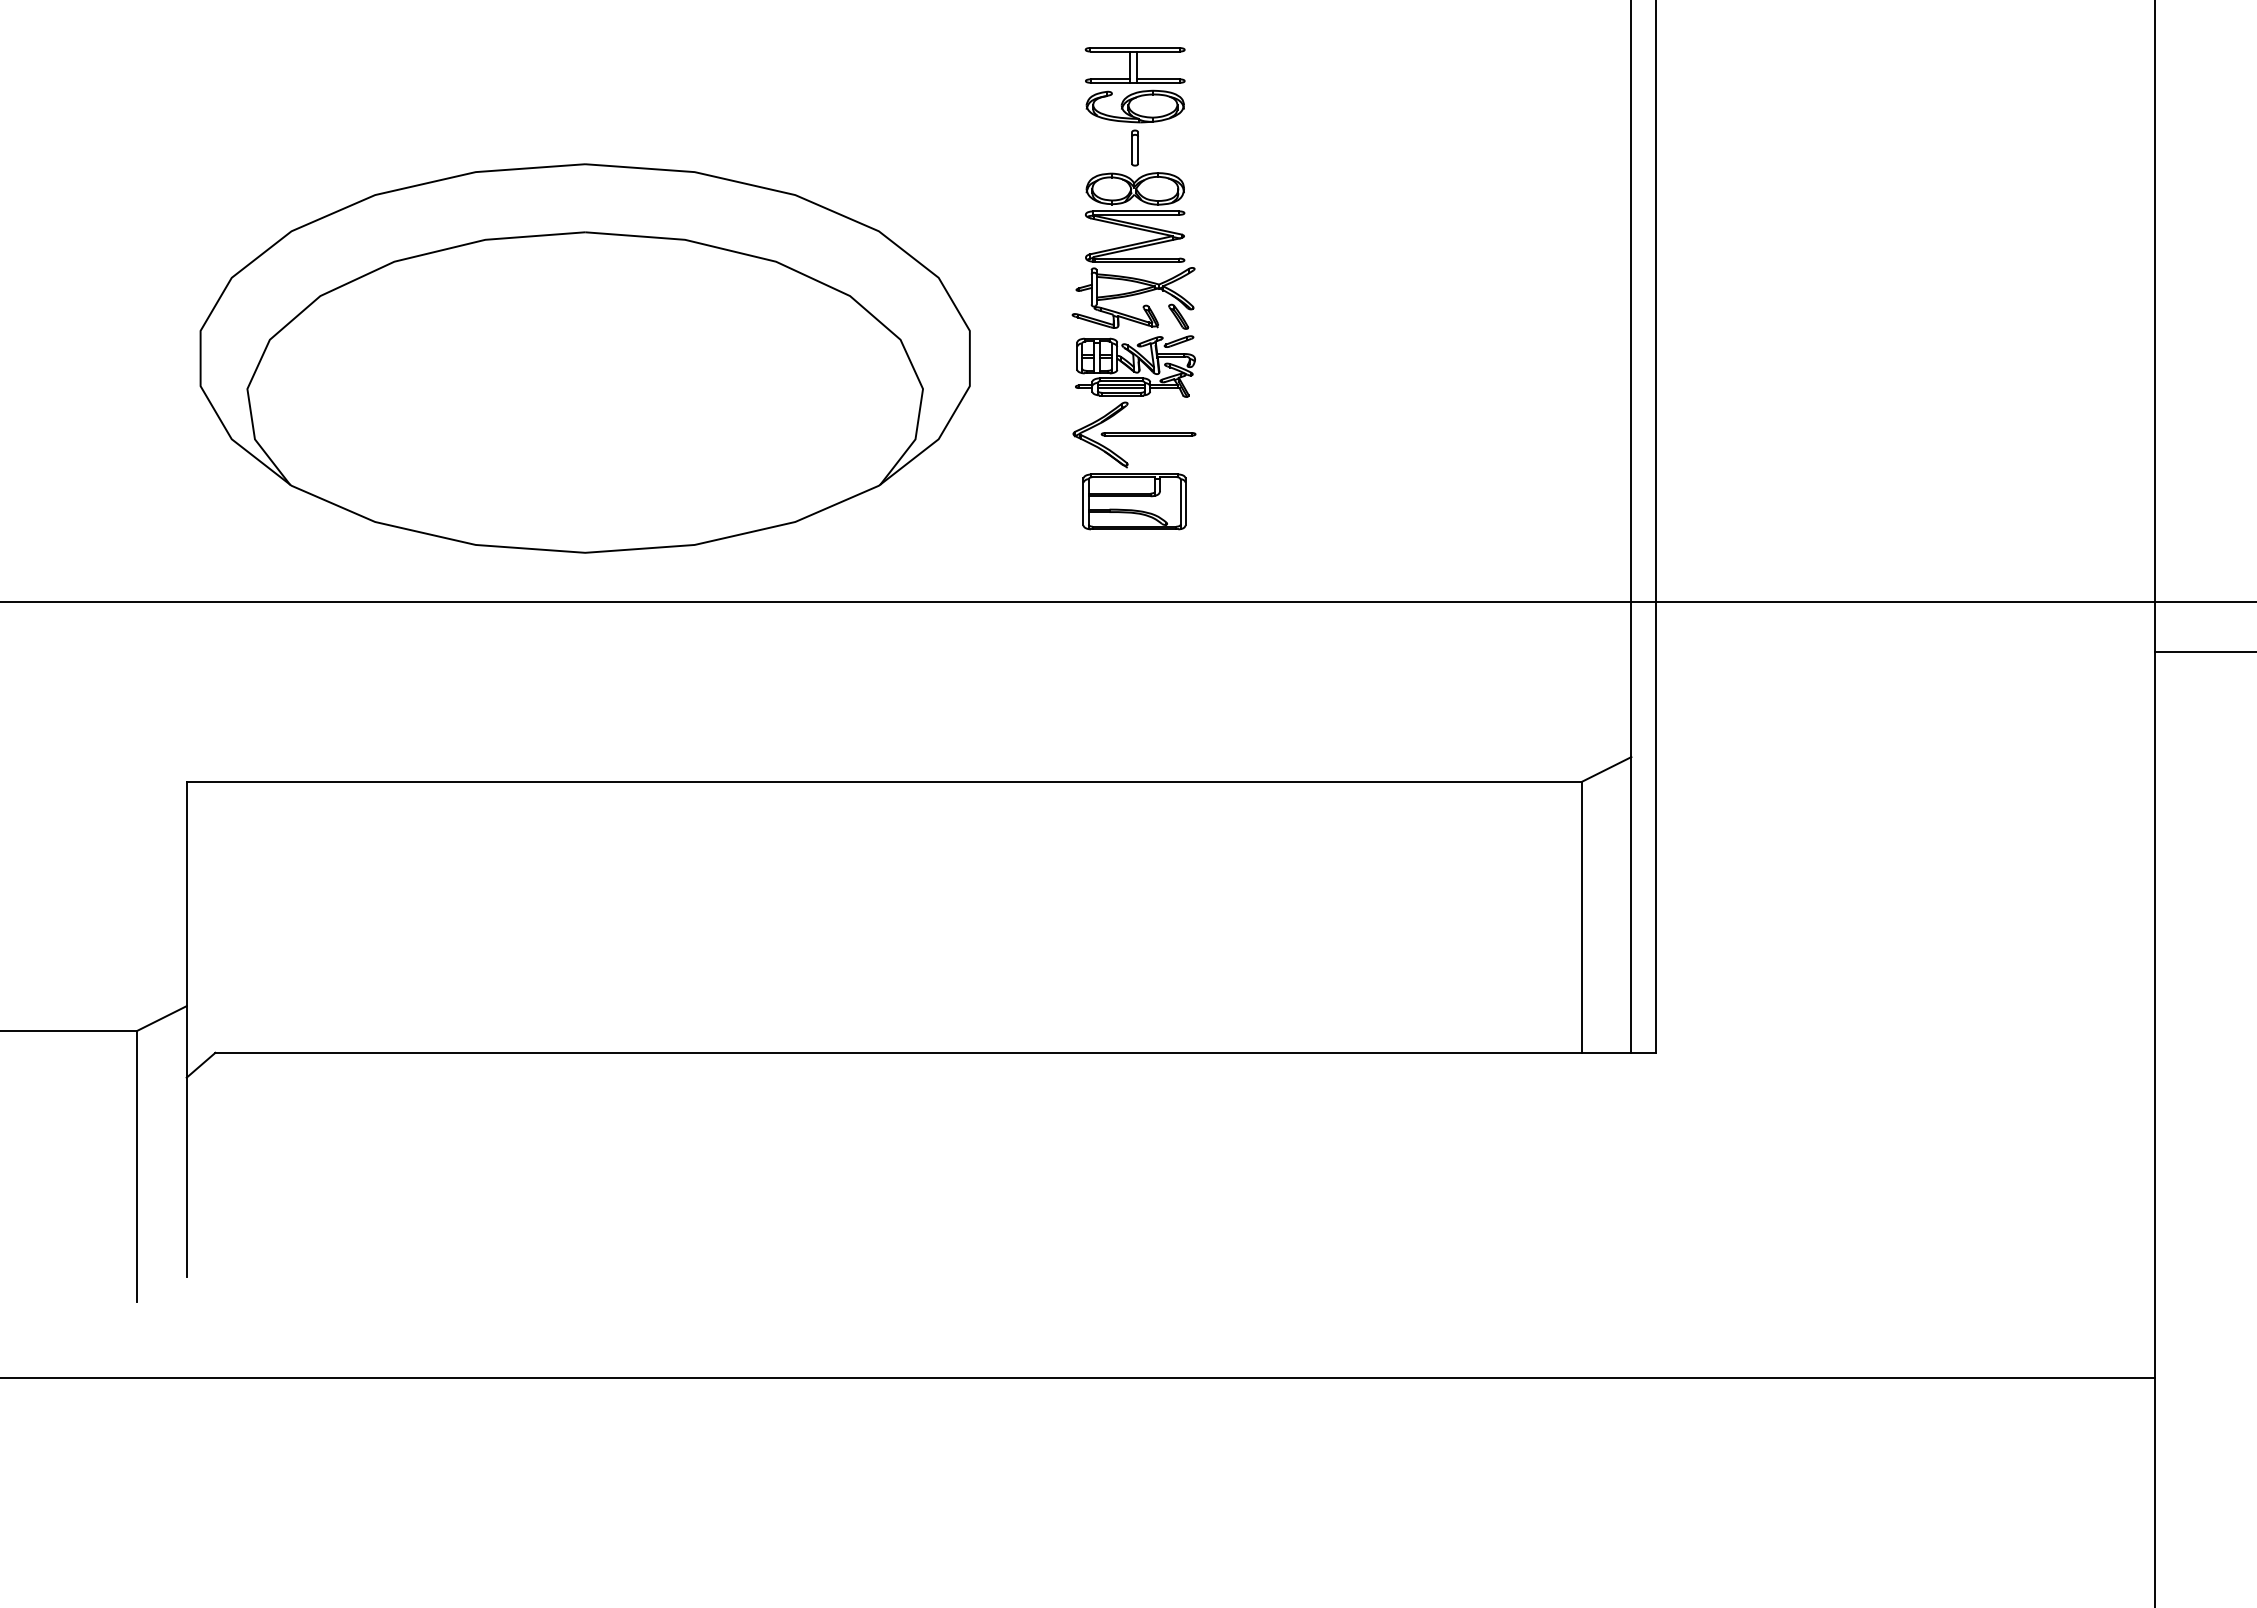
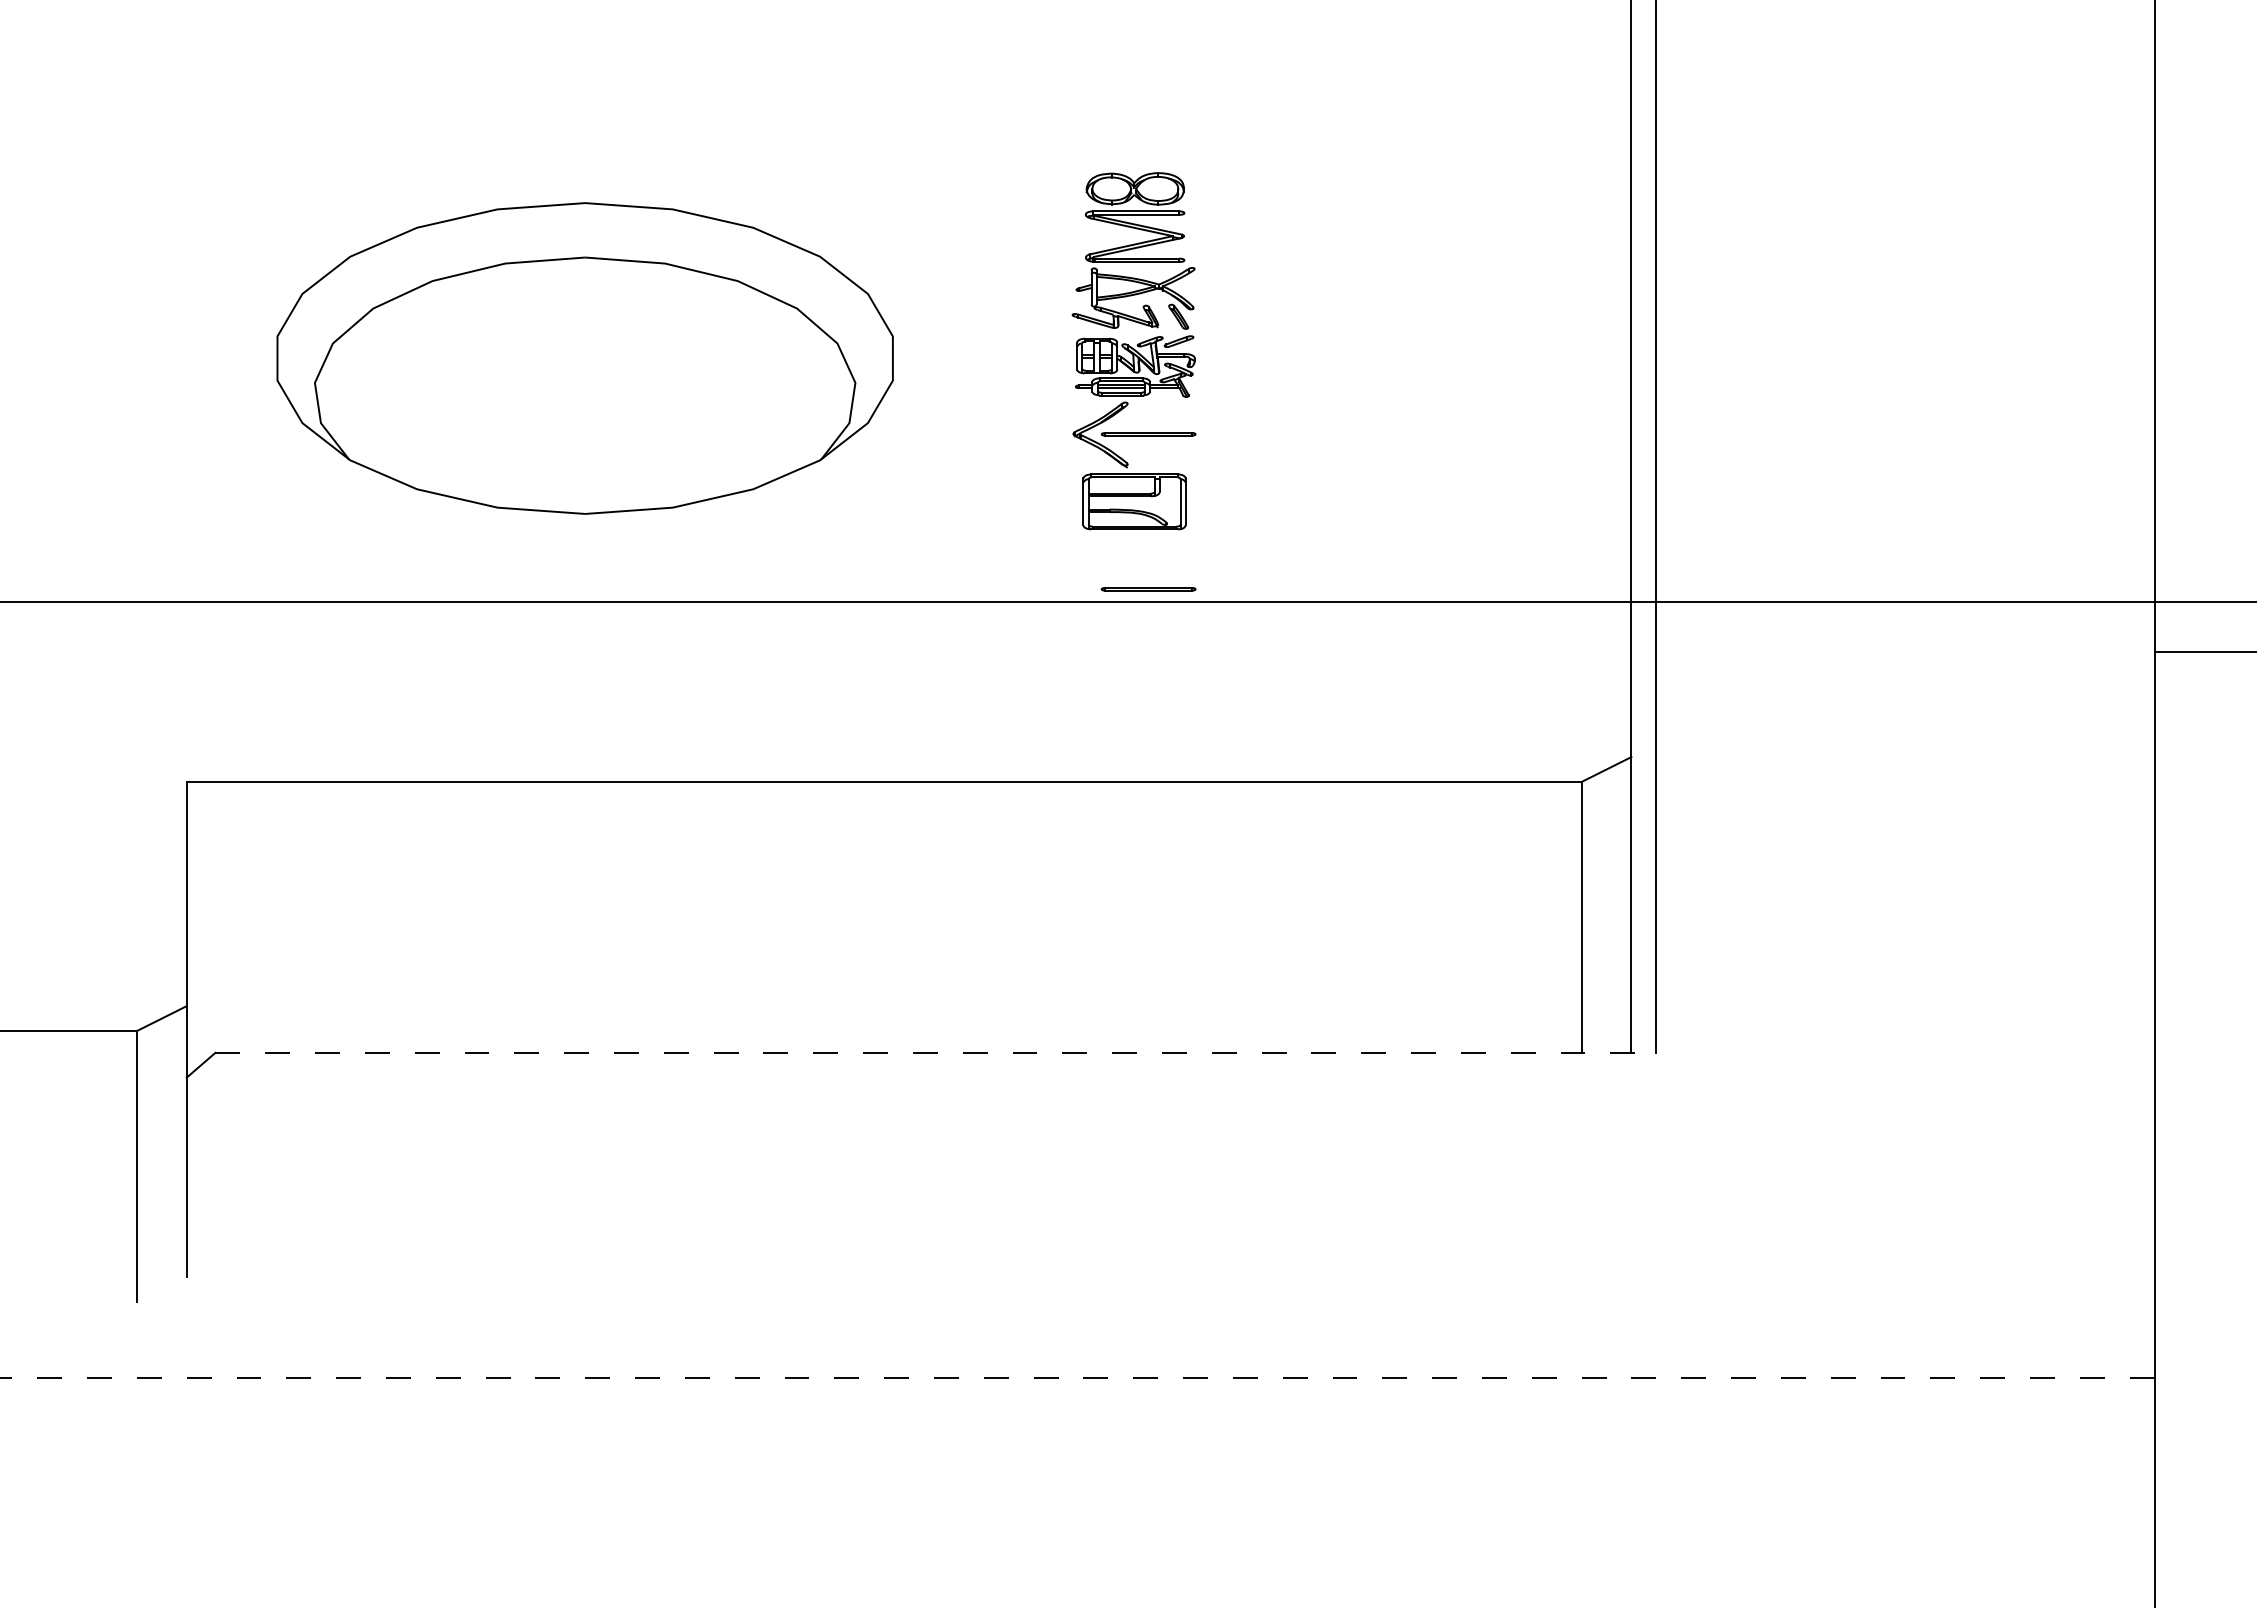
part at (1134, 106): present -> none
part at (584, 358) size: 772x391 px -> 618x313 px
line at (1148, 588): none -> present
line at (936, 1052): solid -> dashed
line at (1077, 1378): solid -> dashed
